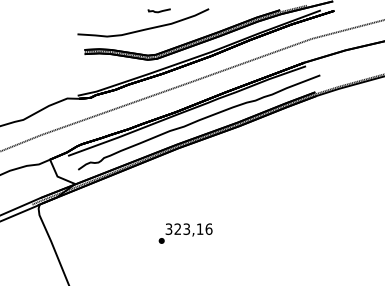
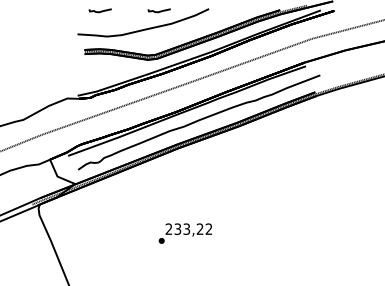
curve at (99, 11): none -> present
text at (188, 228): 323,16 -> 233,22
